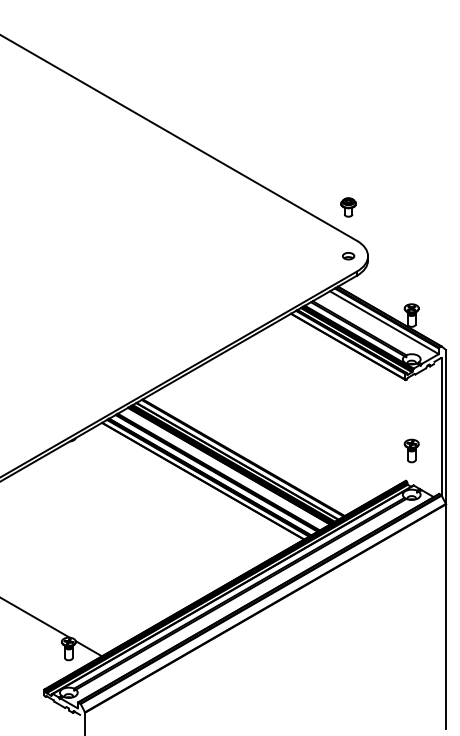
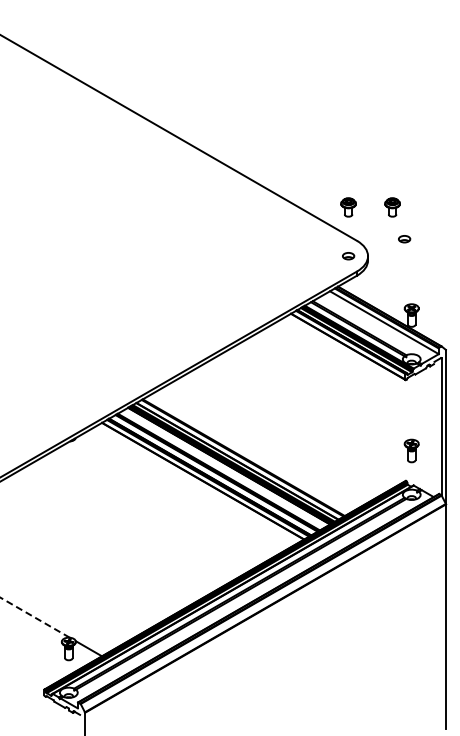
part at (392, 207): none -> present
part at (404, 239): none -> present
line at (35, 617): solid -> dashed
